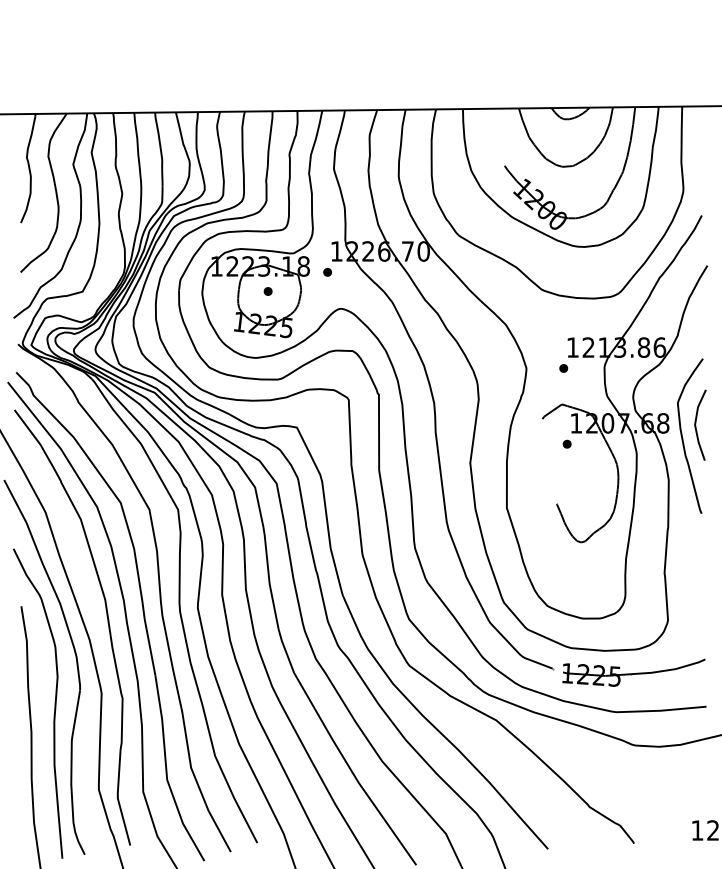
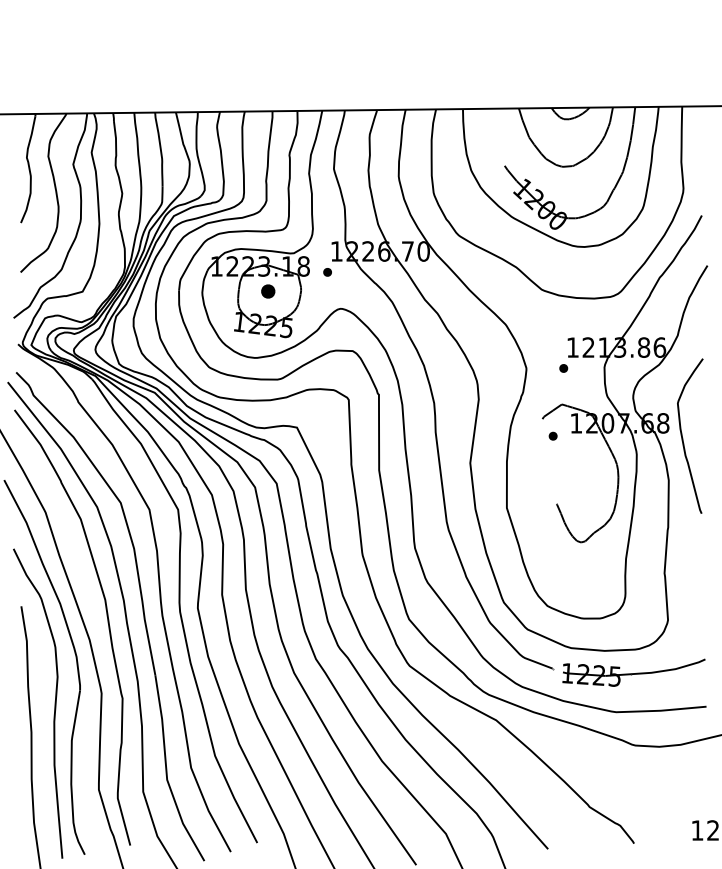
part at (267, 291) size: 10x9 px -> 15x15 px
curve at (696, 424): present -> none
part at (566, 443) position: (566, 443) -> (552, 435)
